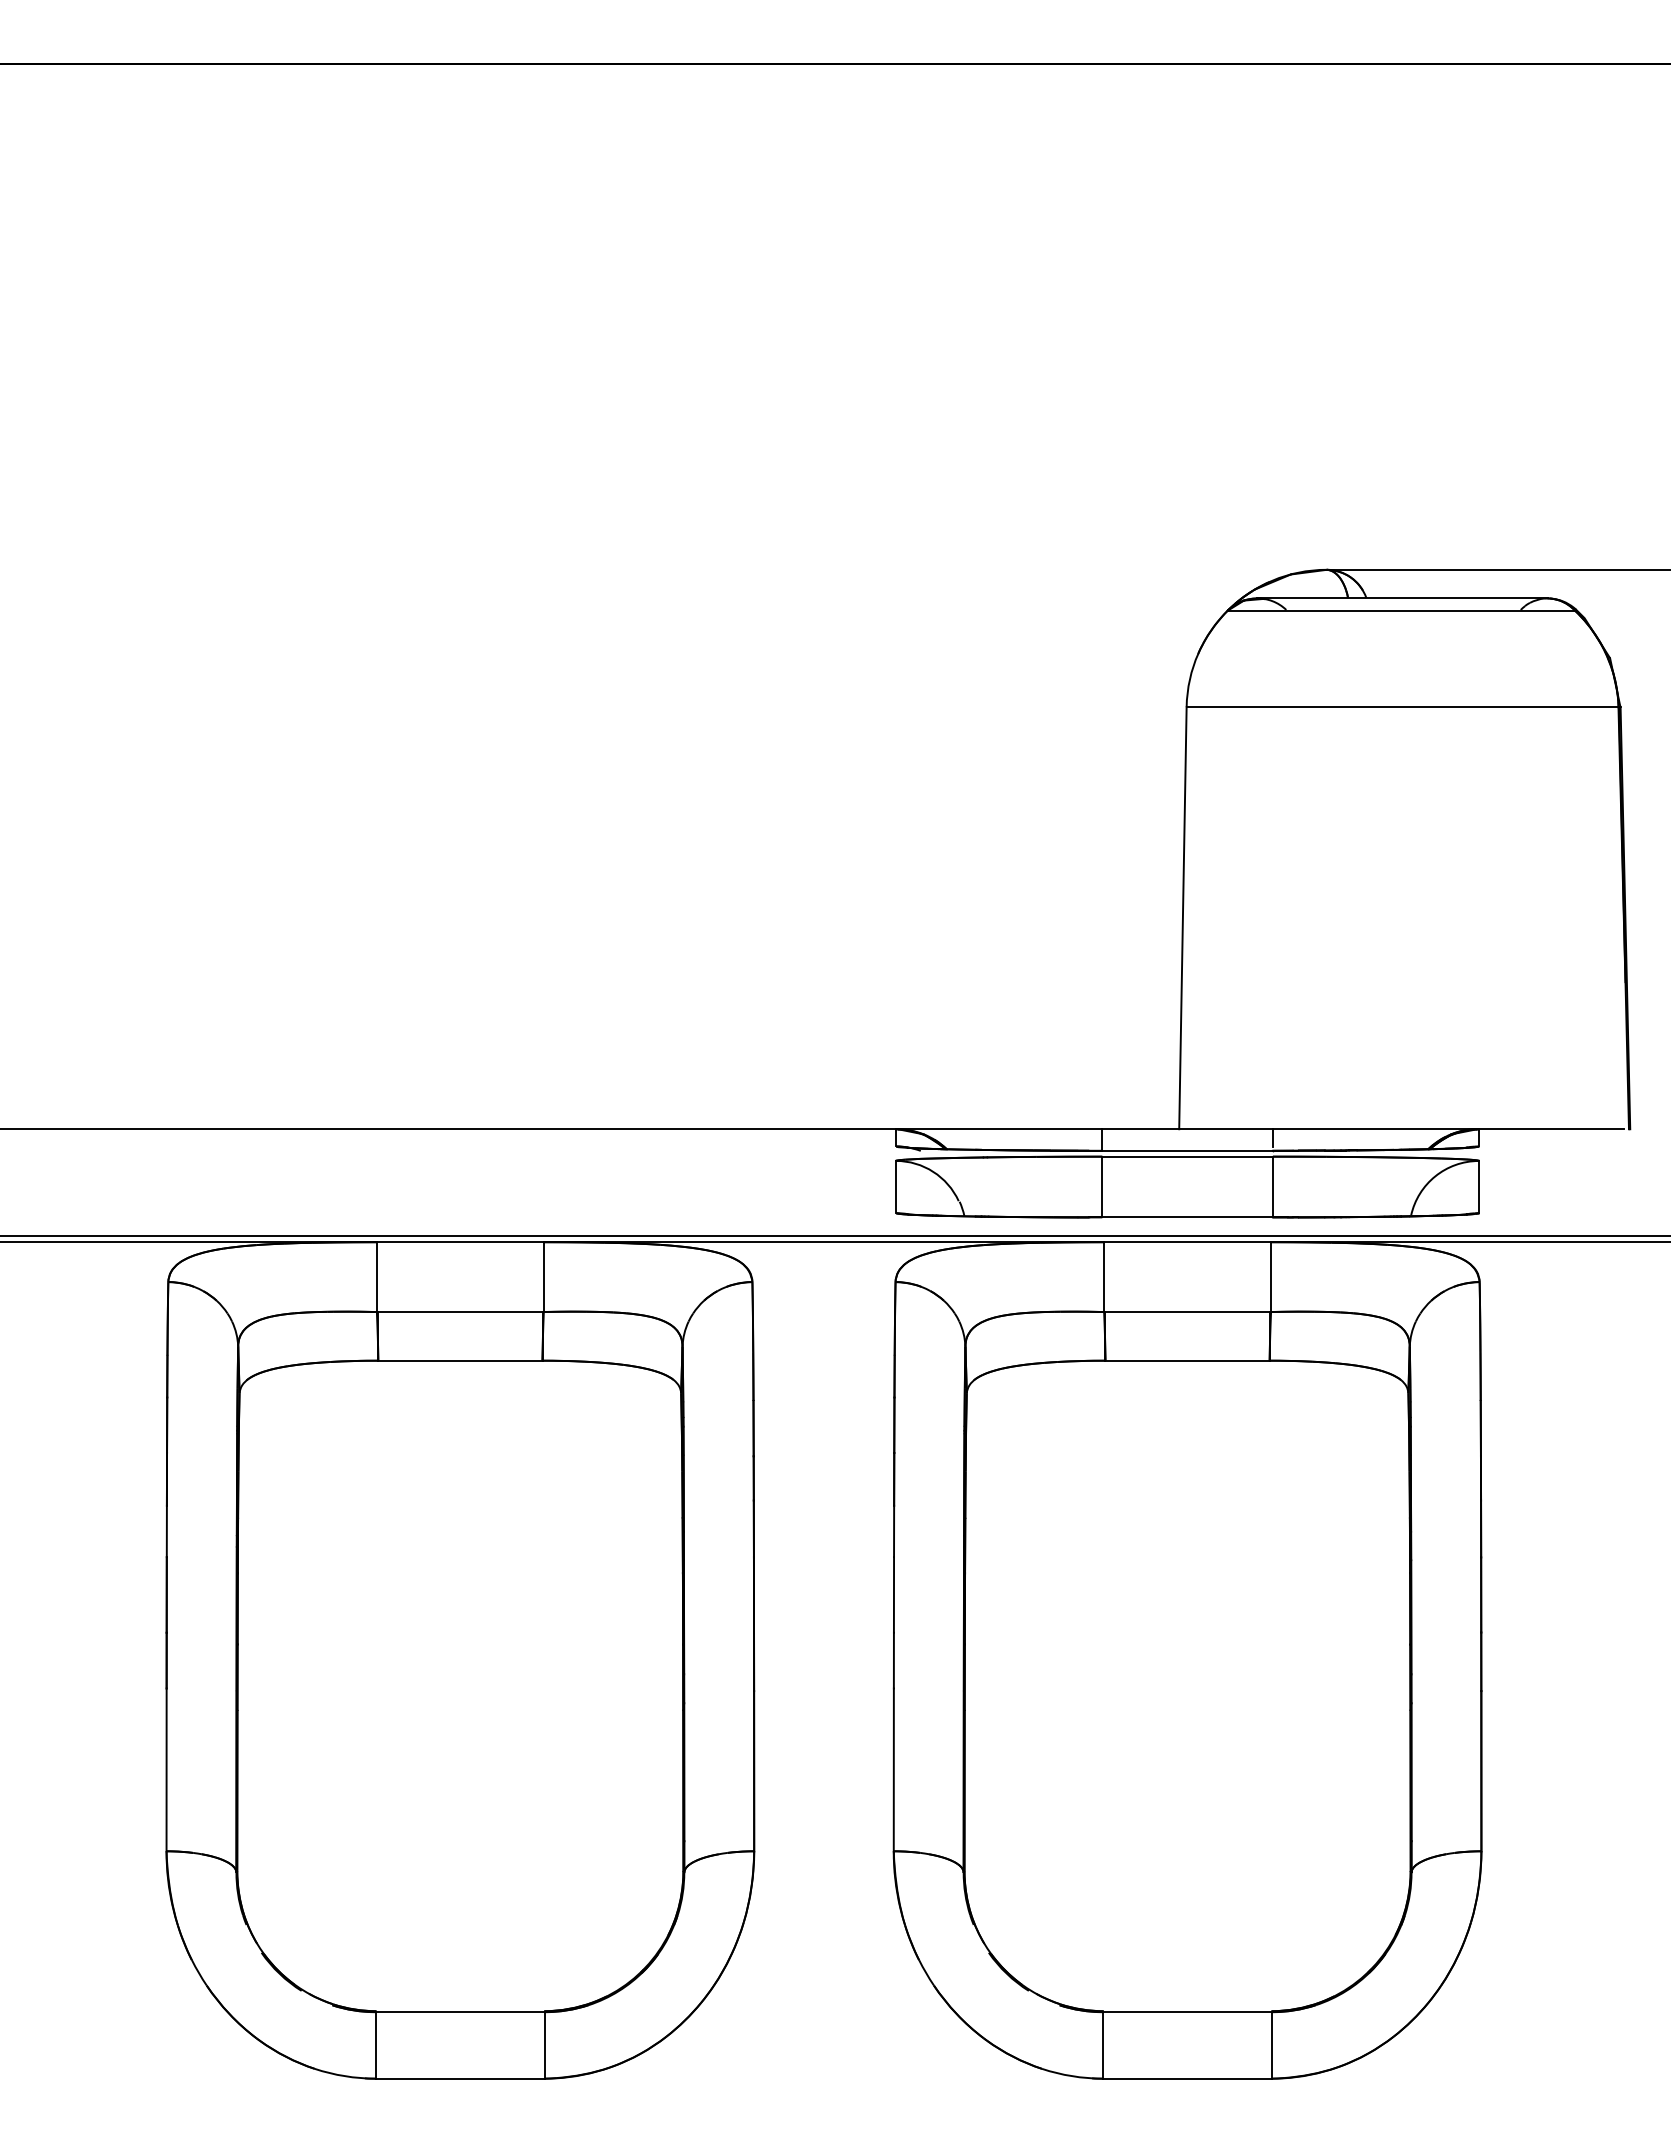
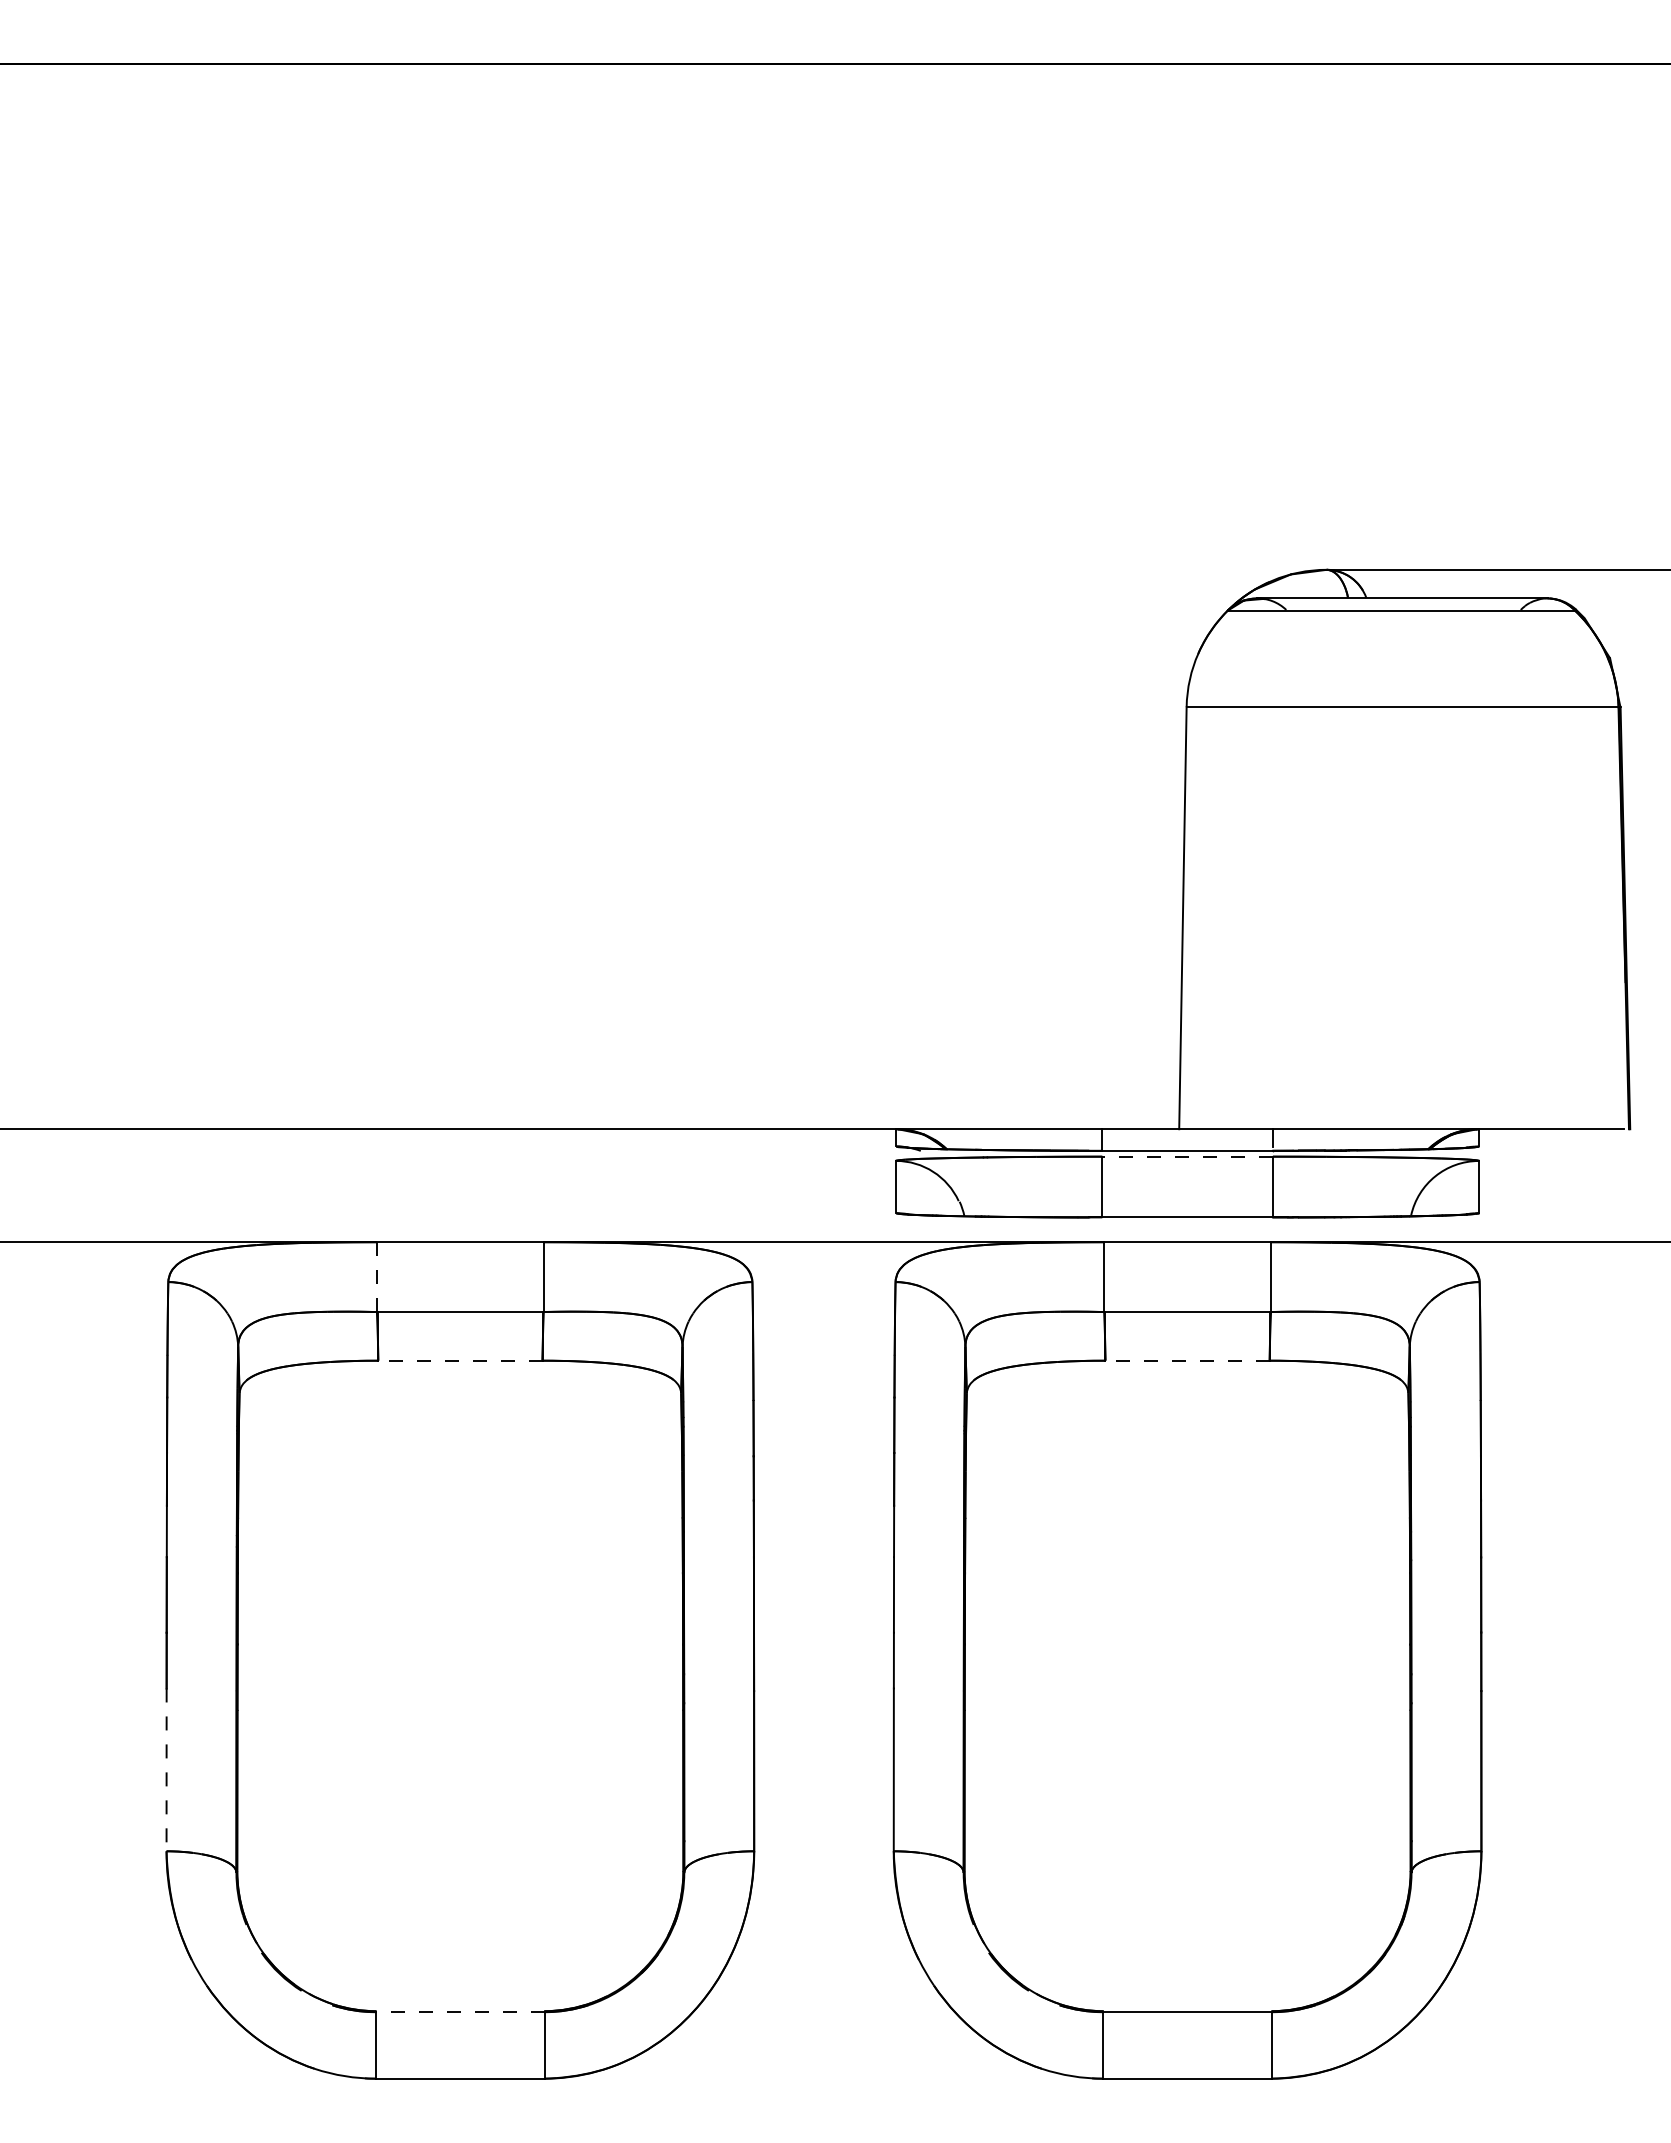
line at (1187, 1156): solid -> dashed
line at (834, 1235): present -> none
line at (376, 1277): solid -> dashed
line at (460, 1360): solid -> dashed
line at (1187, 1360): solid -> dashed
line at (166, 1770): solid -> dashed
line at (459, 2012): solid -> dashed
